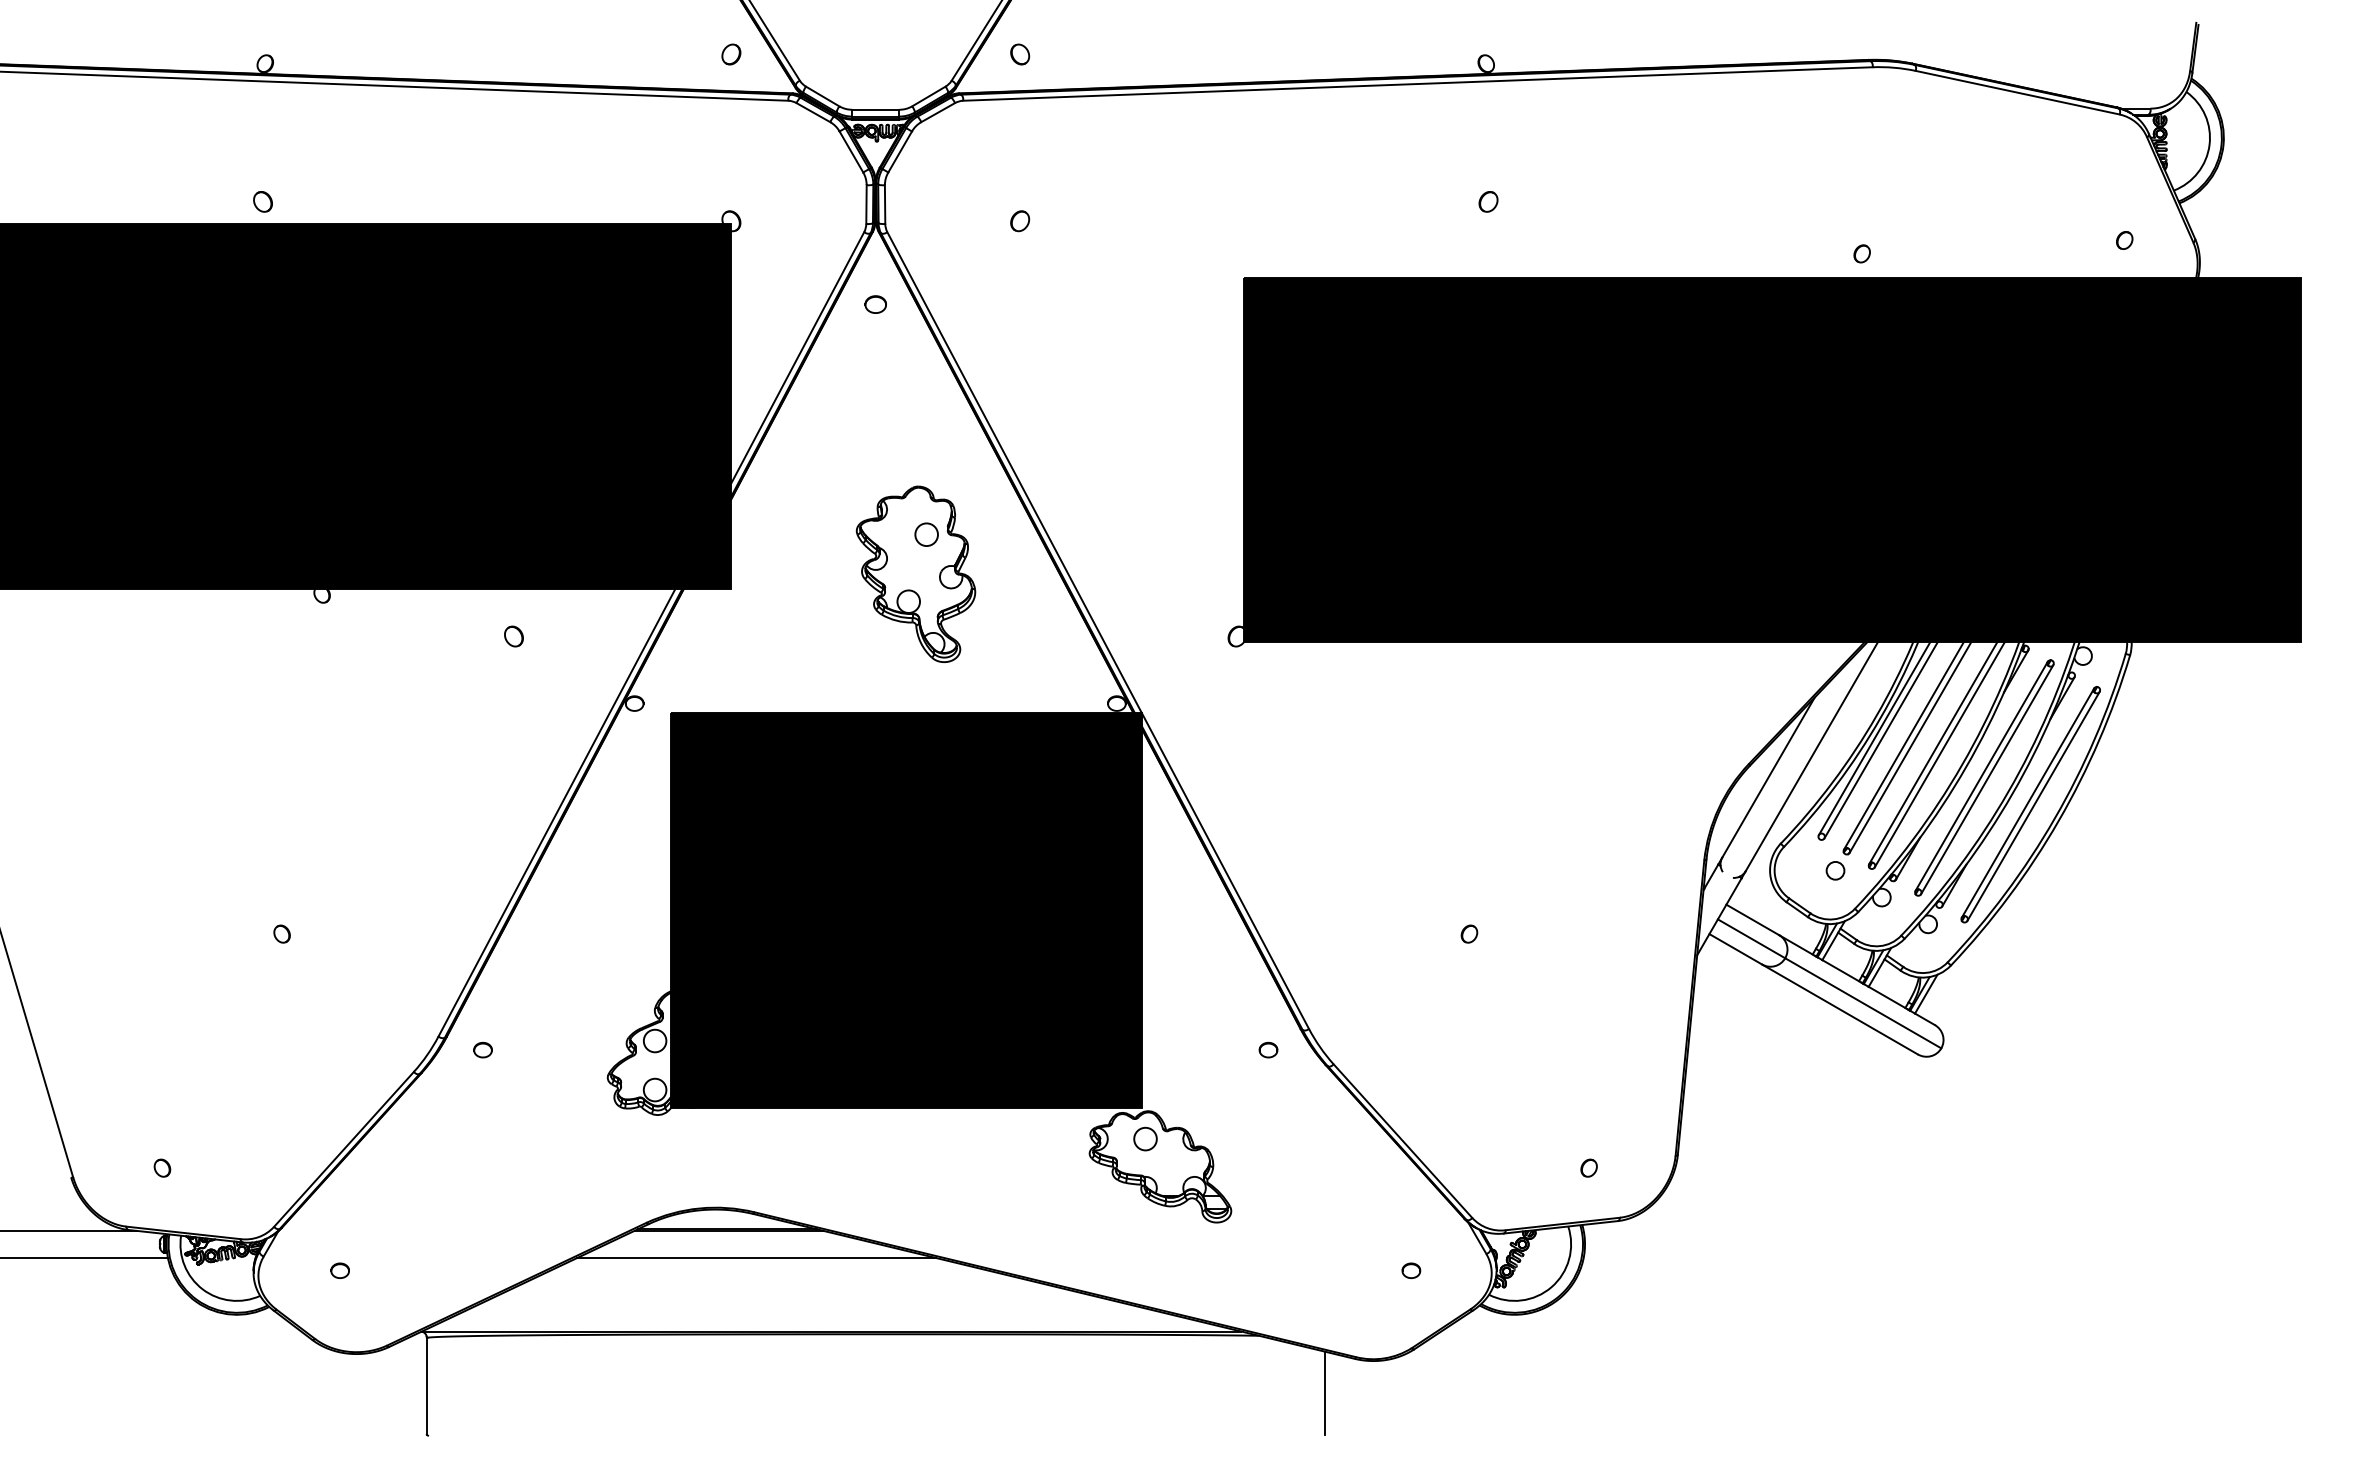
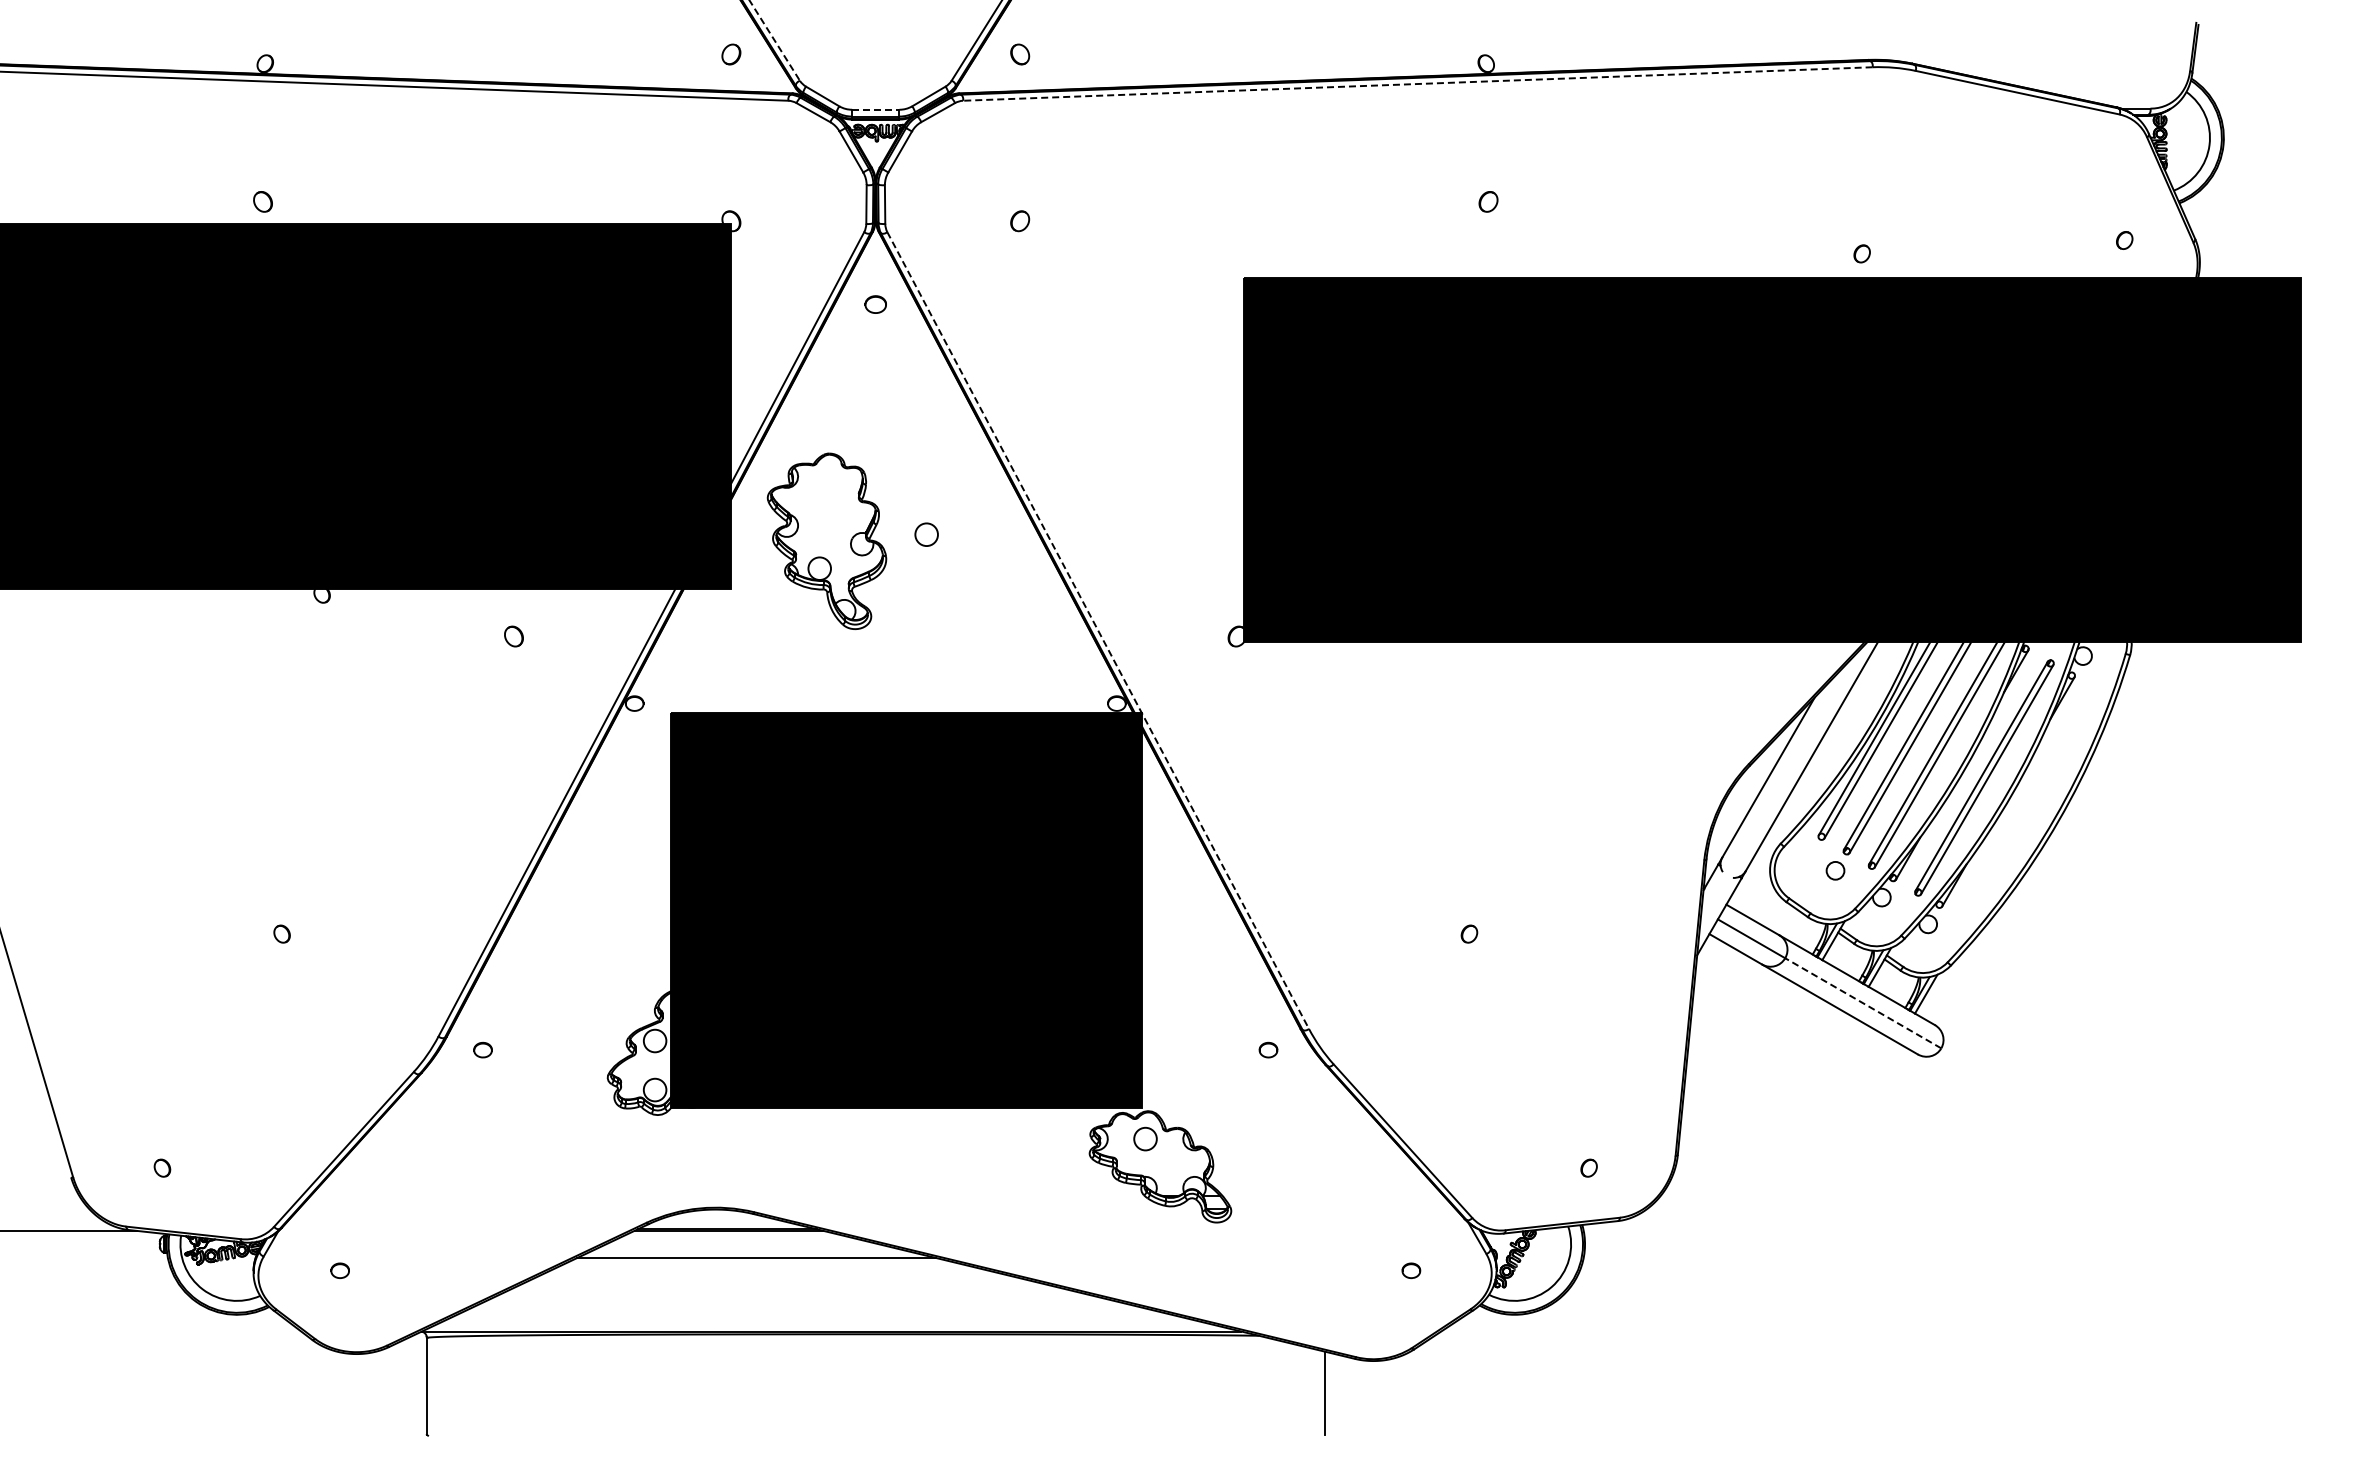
line at (775, 41): solid -> dashed
line at (1417, 84): solid -> dashed
line at (875, 109): solid -> dashed
part at (915, 573) position: (915, 573) -> (826, 540)
line at (1098, 630): solid -> dashed
part at (2030, 804): present -> none
line at (1862, 1003): solid -> dashed
line at (84, 1257): present -> none
